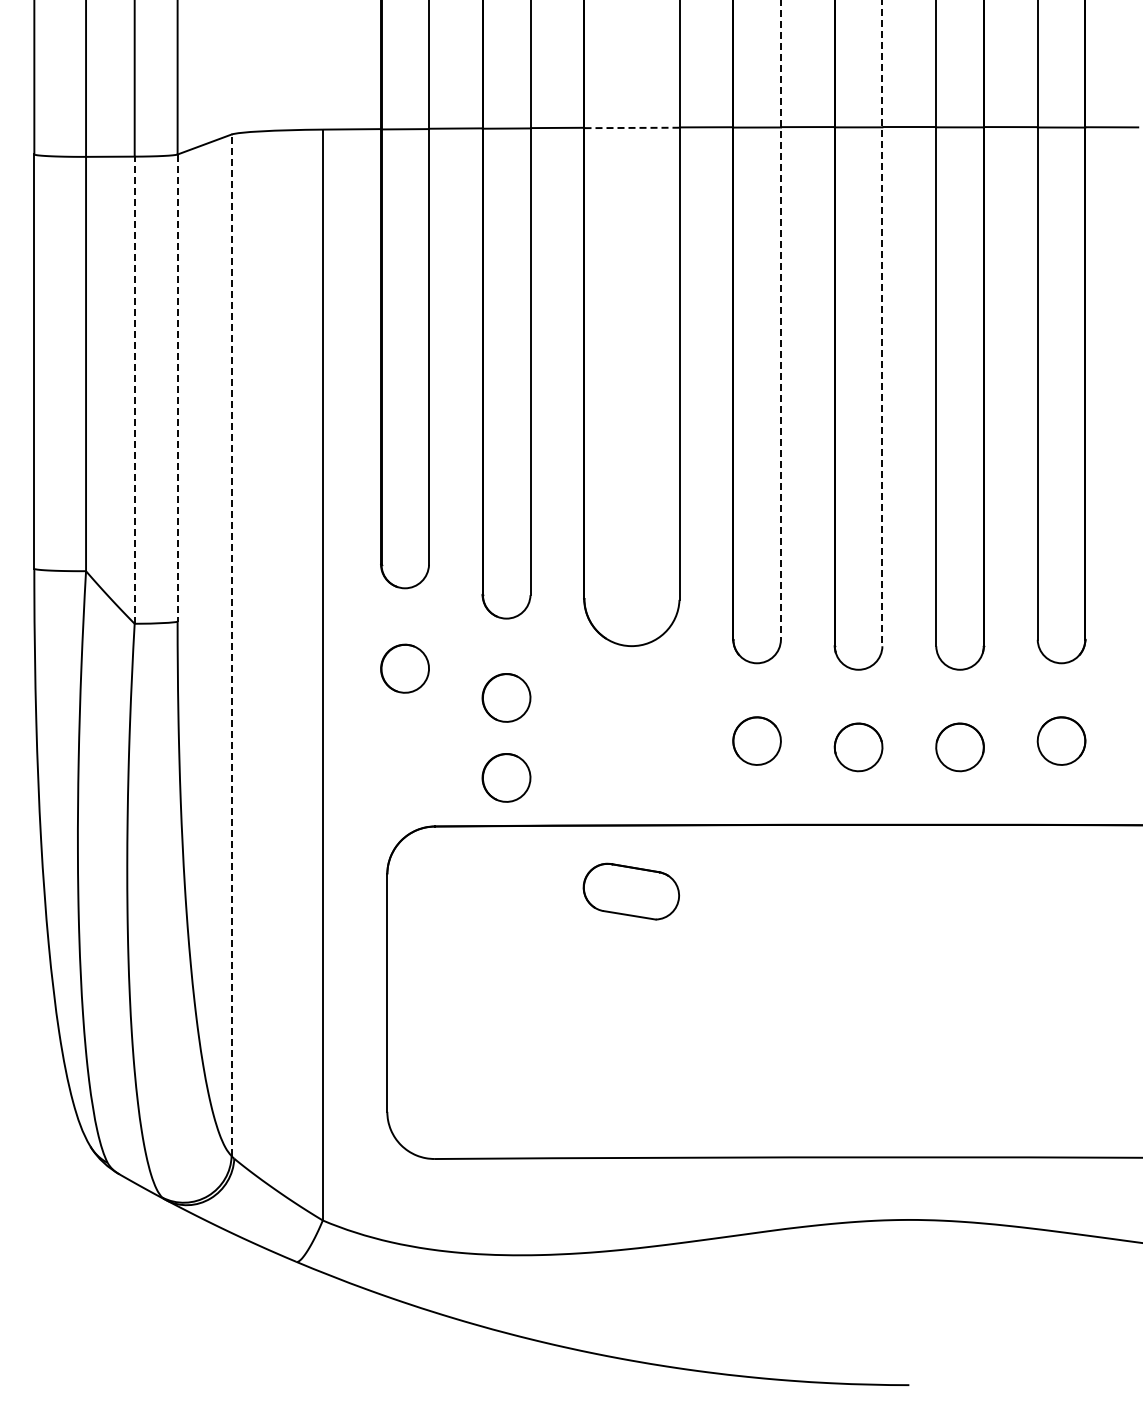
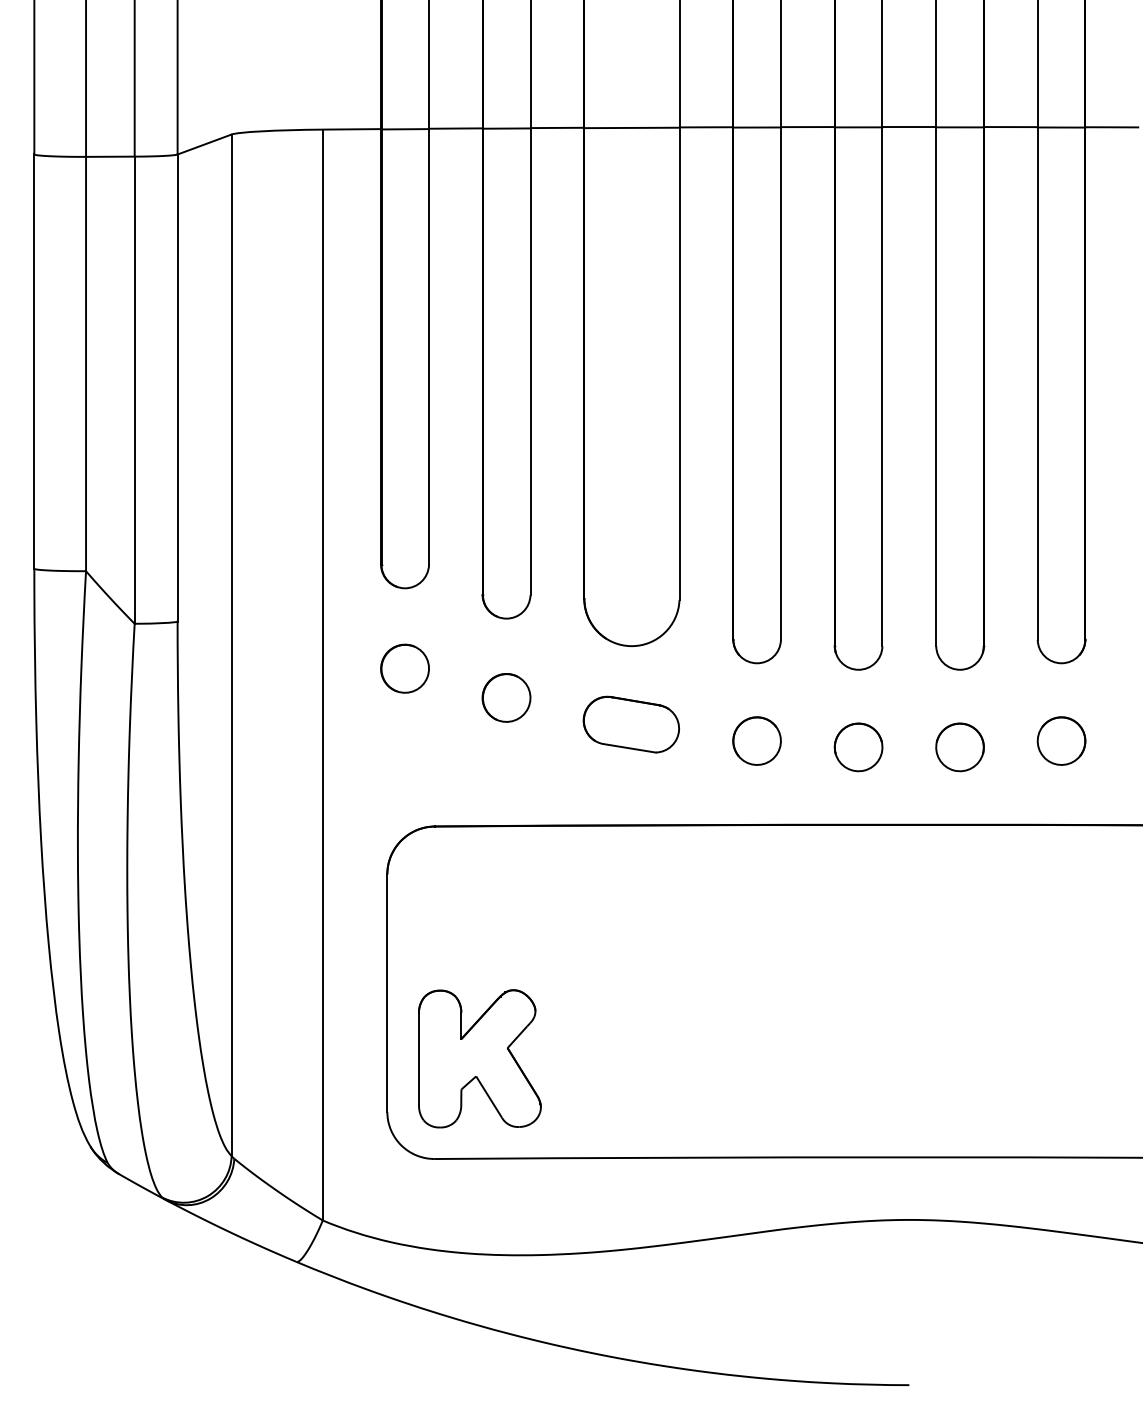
line at (631, 127): dashed -> solid
line at (780, 320): dashed -> solid
line at (882, 323): dashed -> solid
line at (177, 388): dashed -> solid
line at (134, 390): dashed -> solid
line at (231, 645): dashed -> solid
part at (506, 777): present -> none
part at (630, 891) position: (630, 891) -> (630, 724)
part at (479, 1058): none -> present
